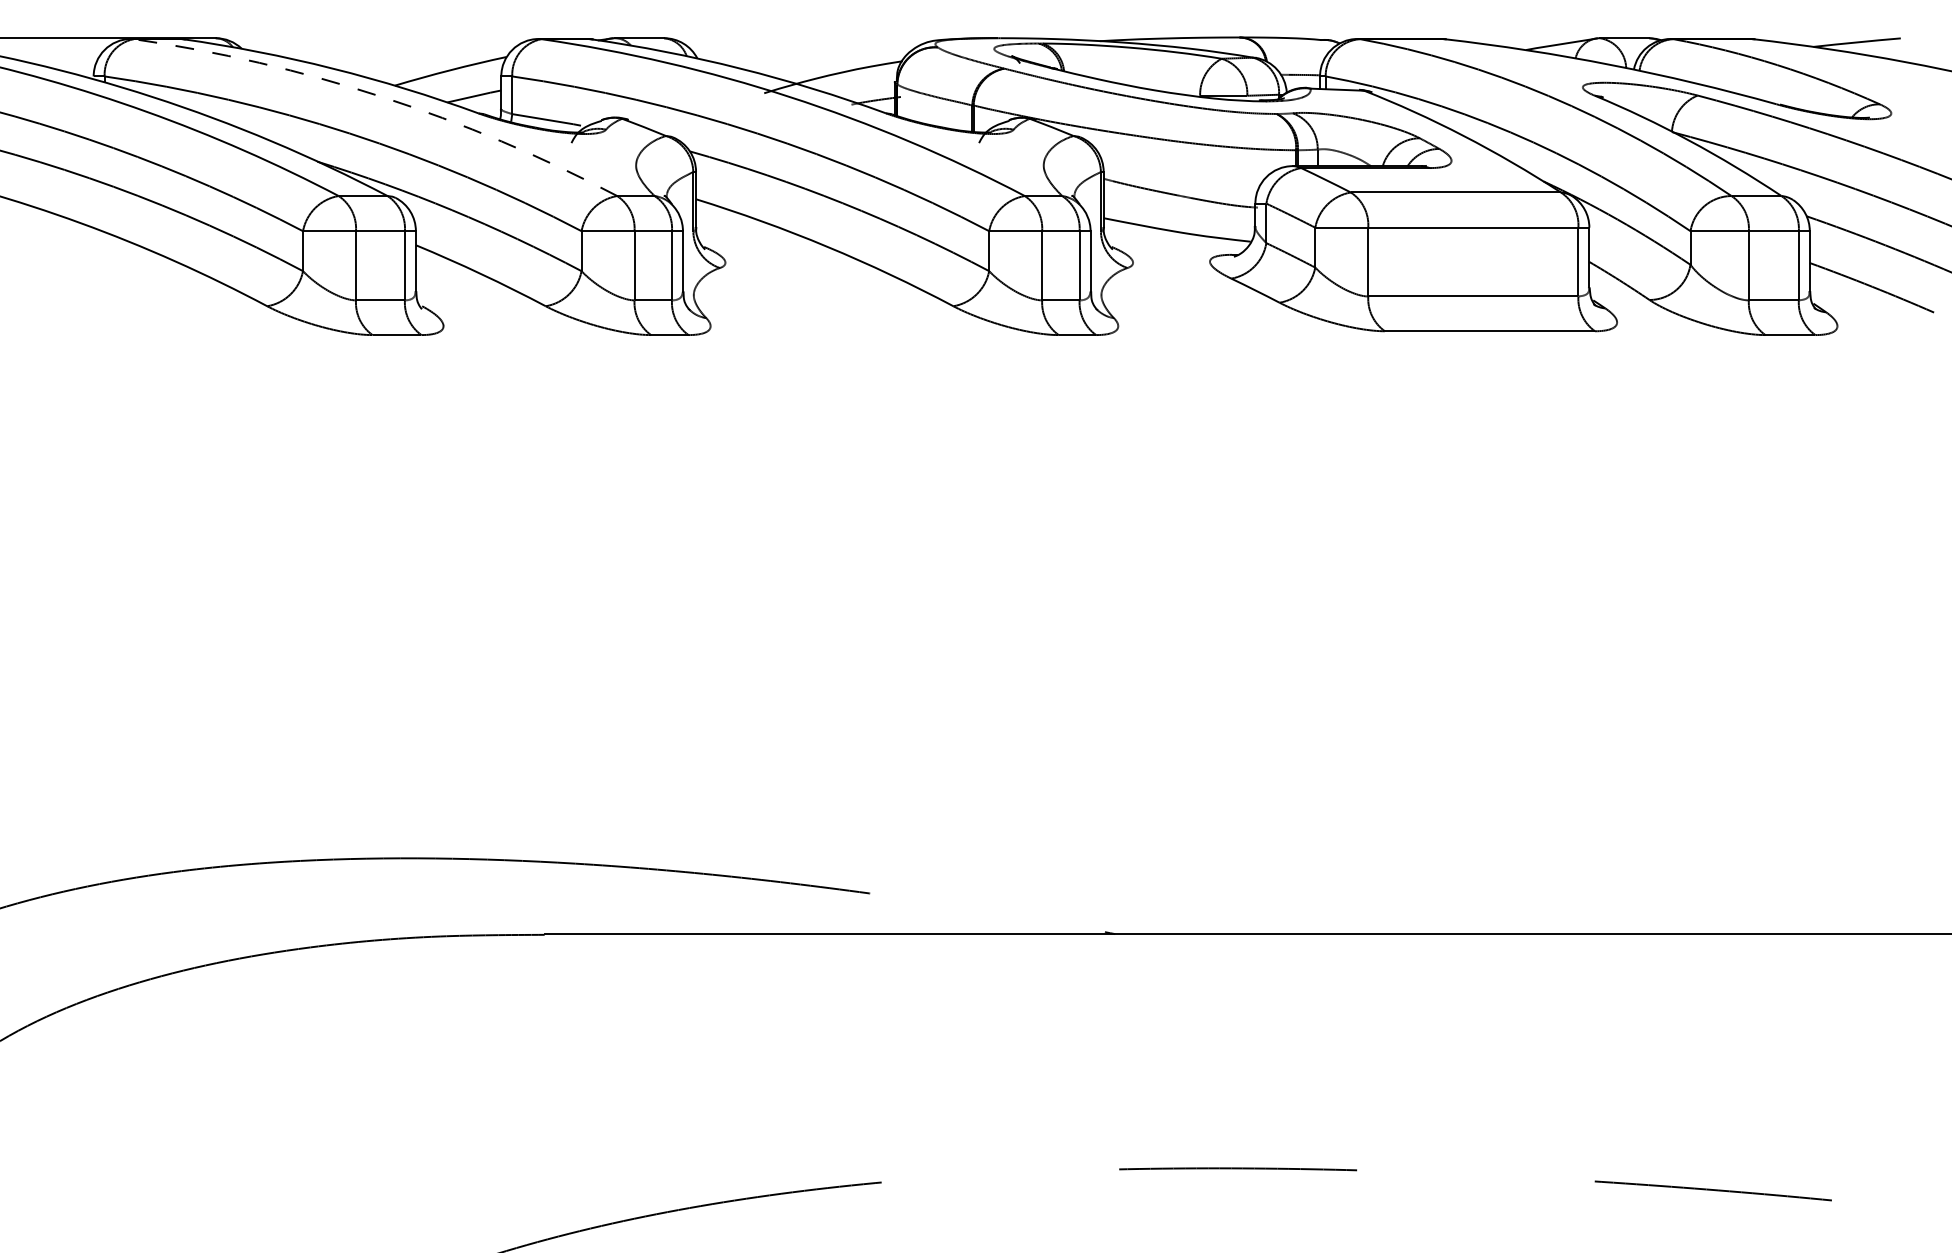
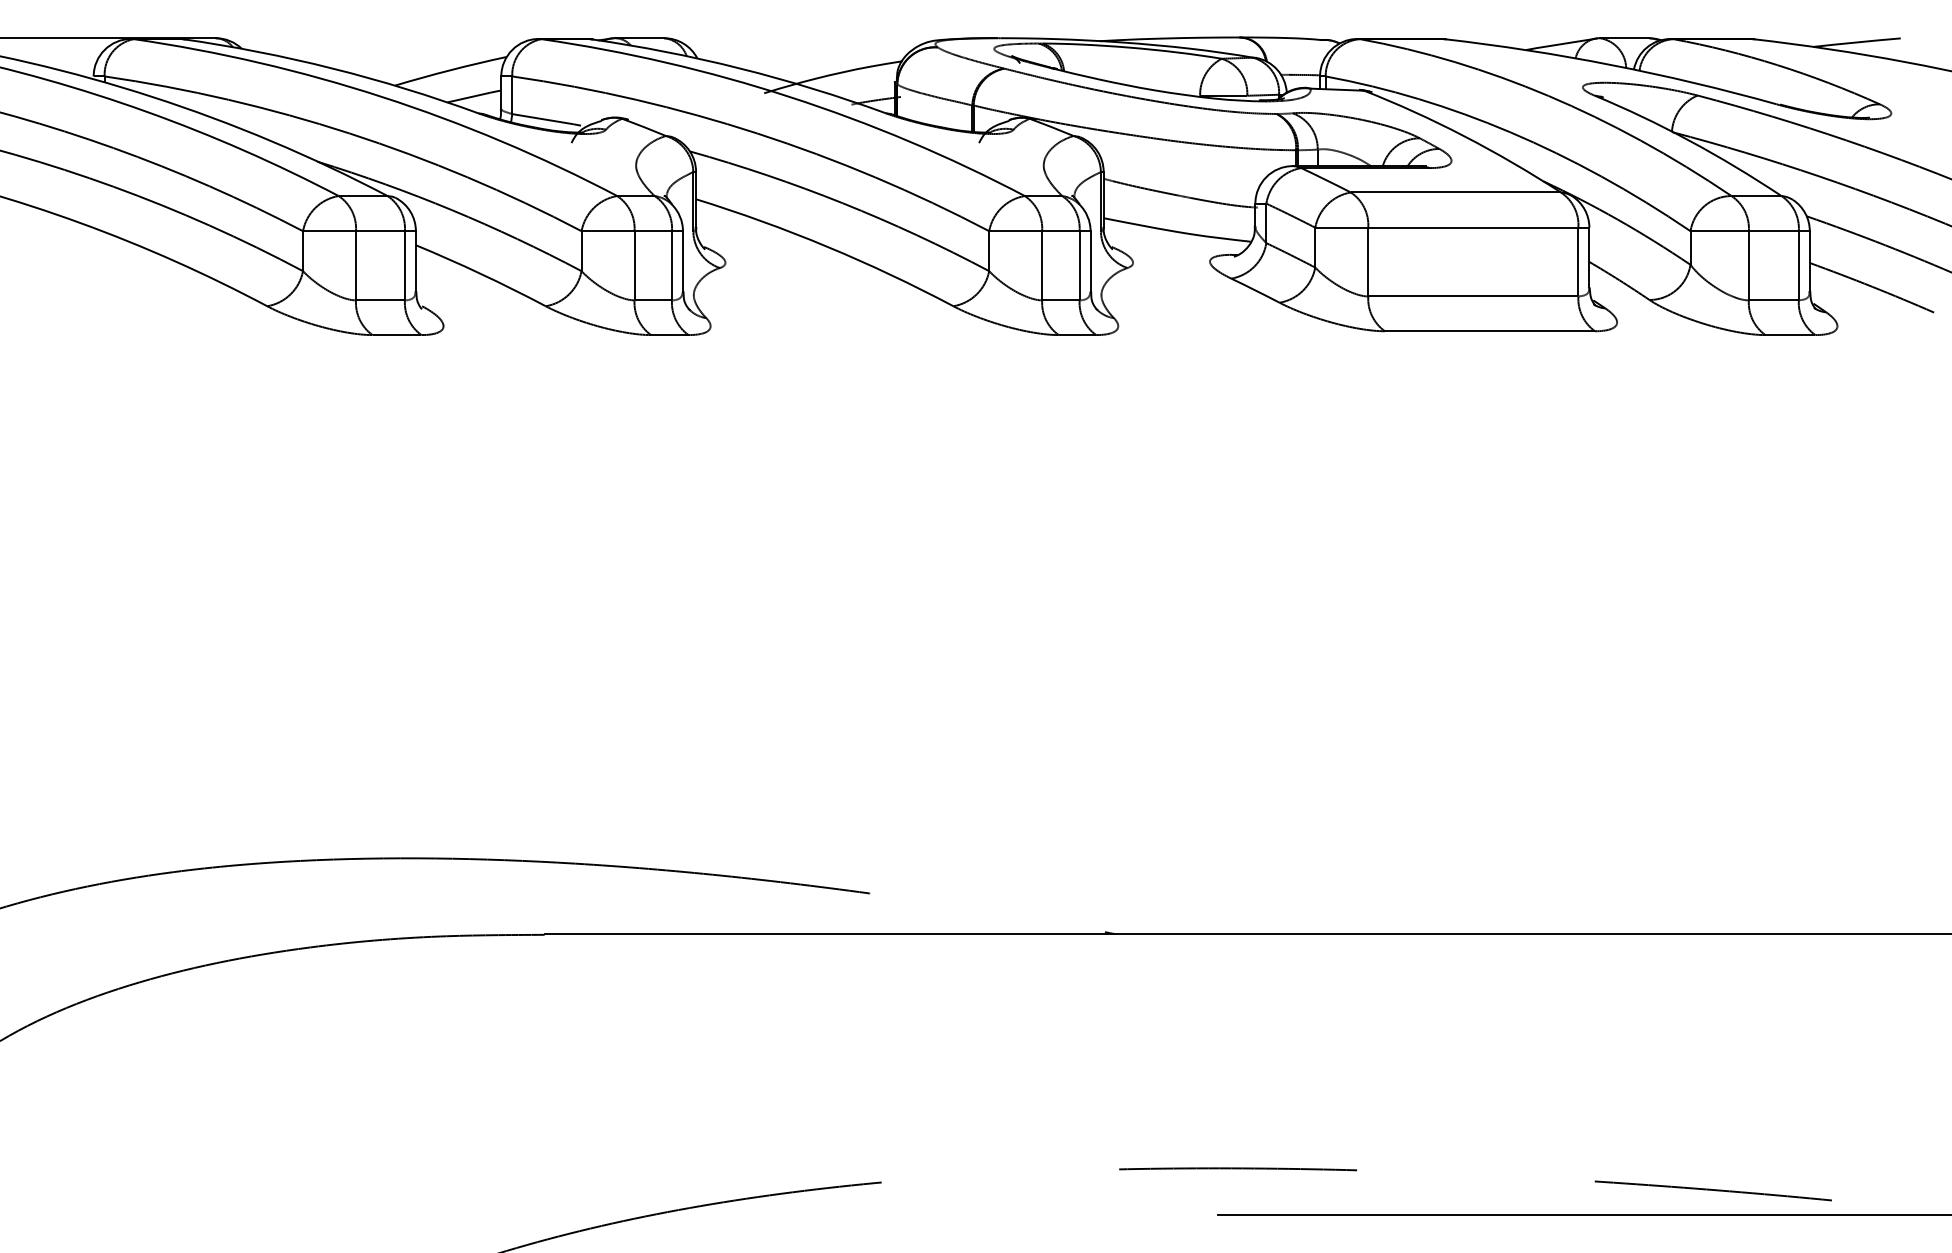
arc at (382, 97): dashed -> solid
line at (1583, 1215): none -> present
